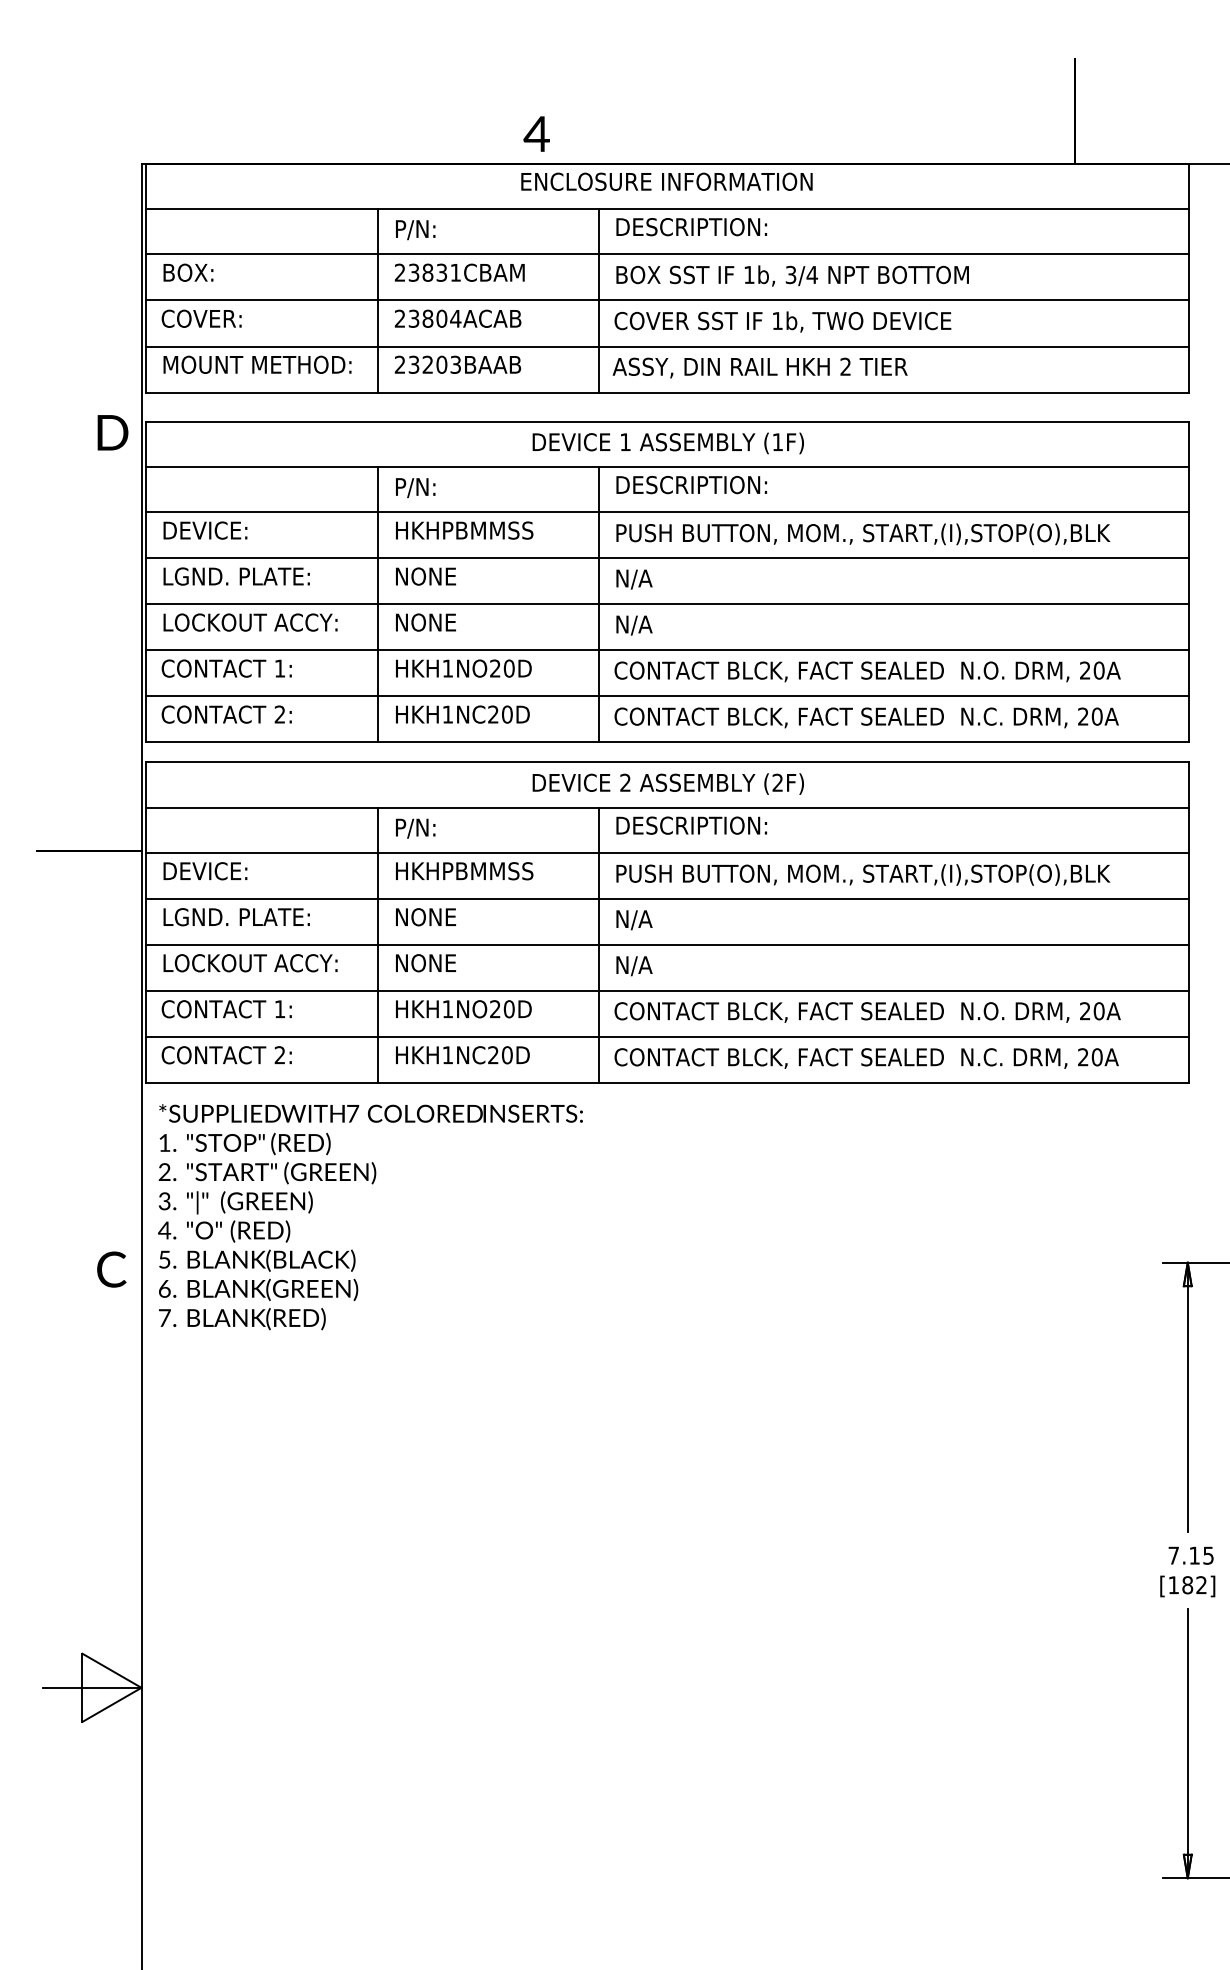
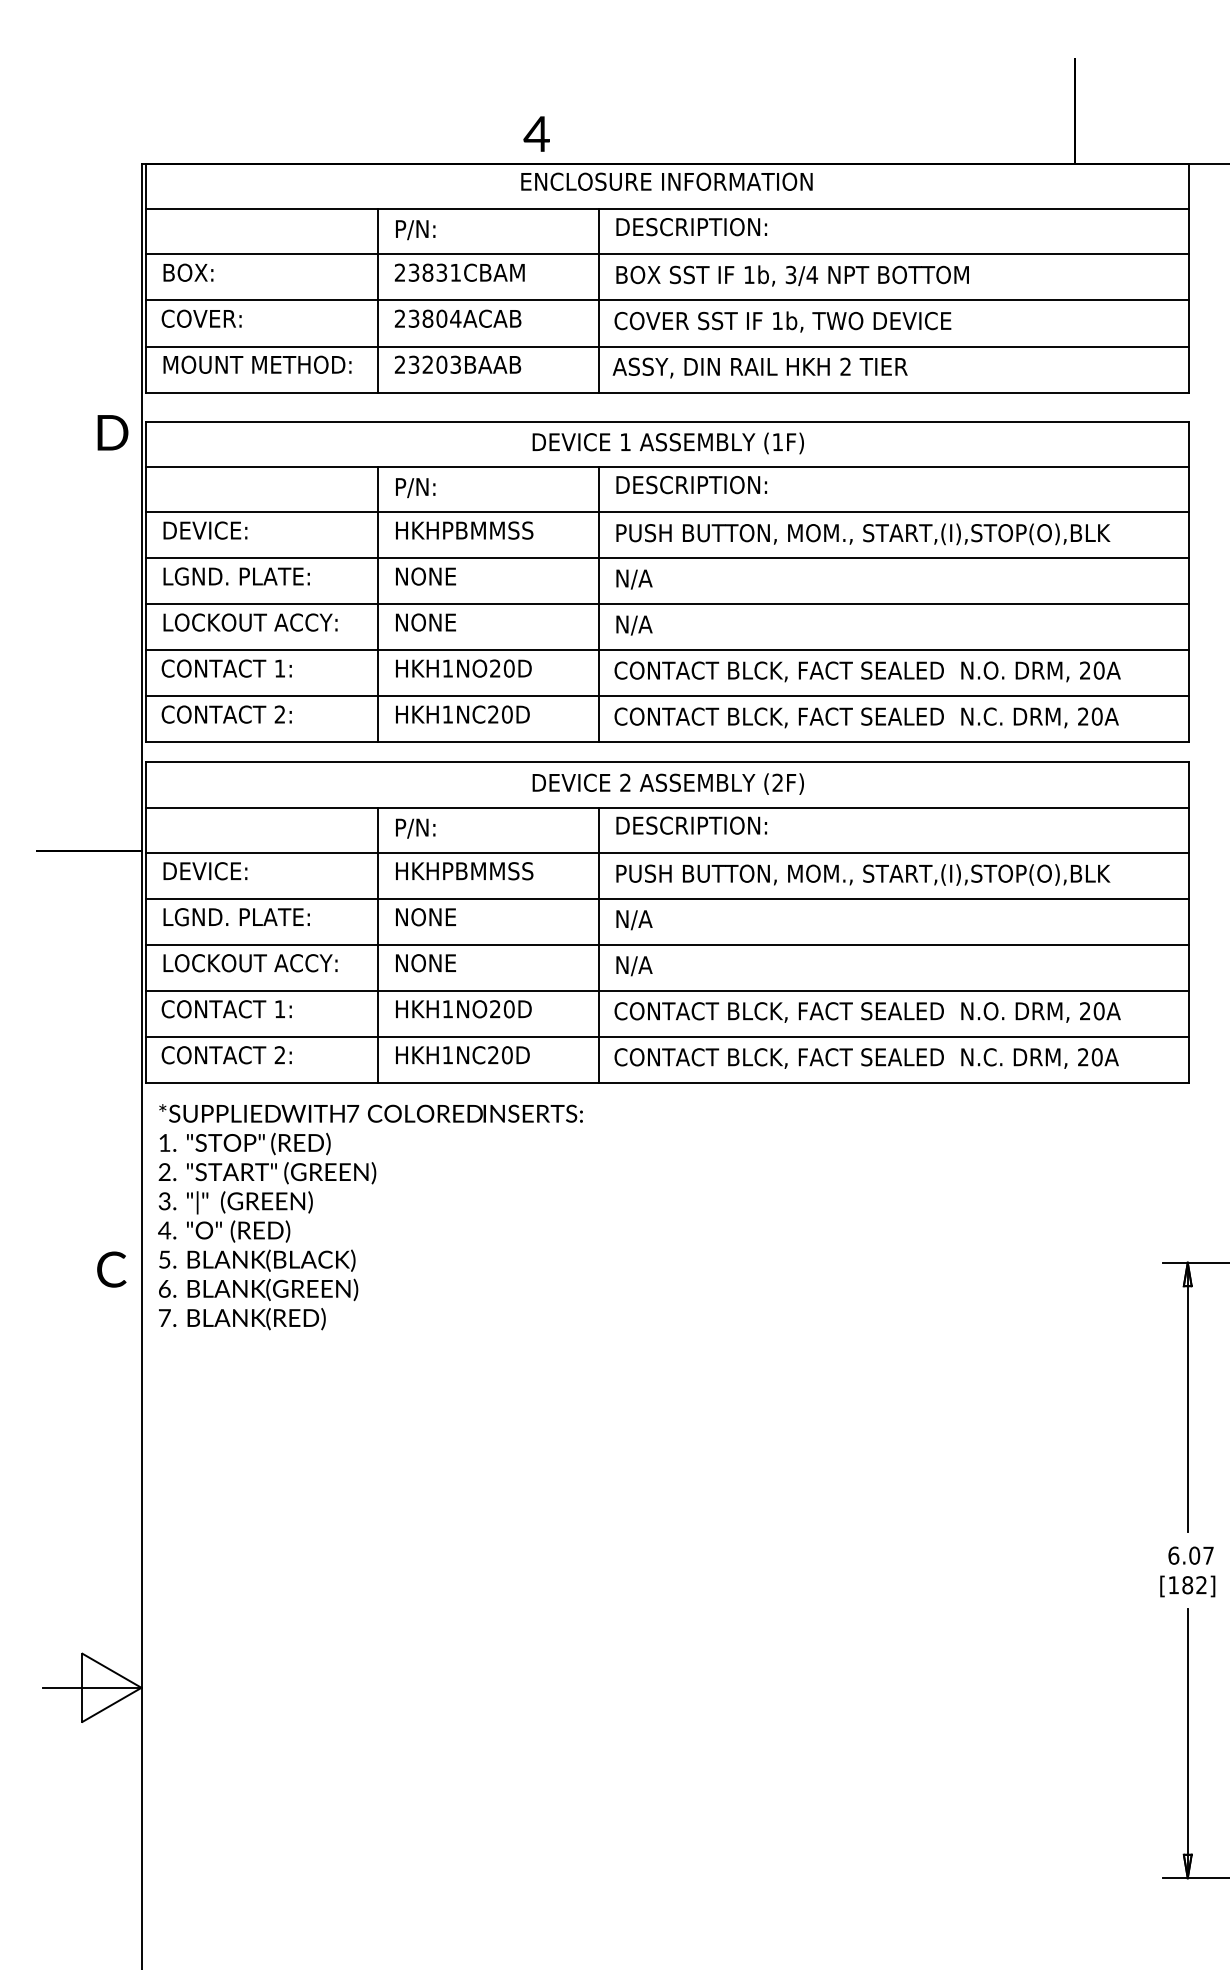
text at (1190, 1555): 7.15 -> 6.07
